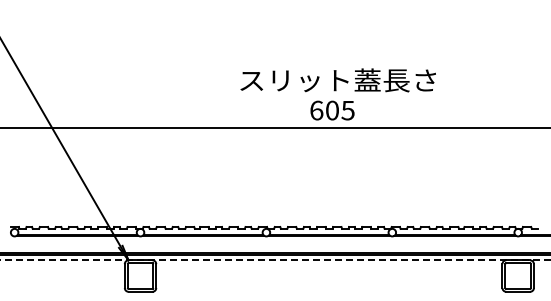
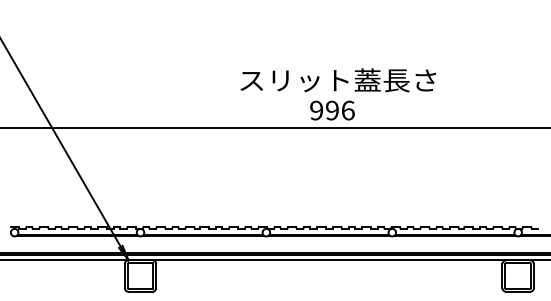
text at (332, 110): 605 -> 996
line at (275, 260): dashed -> solid
